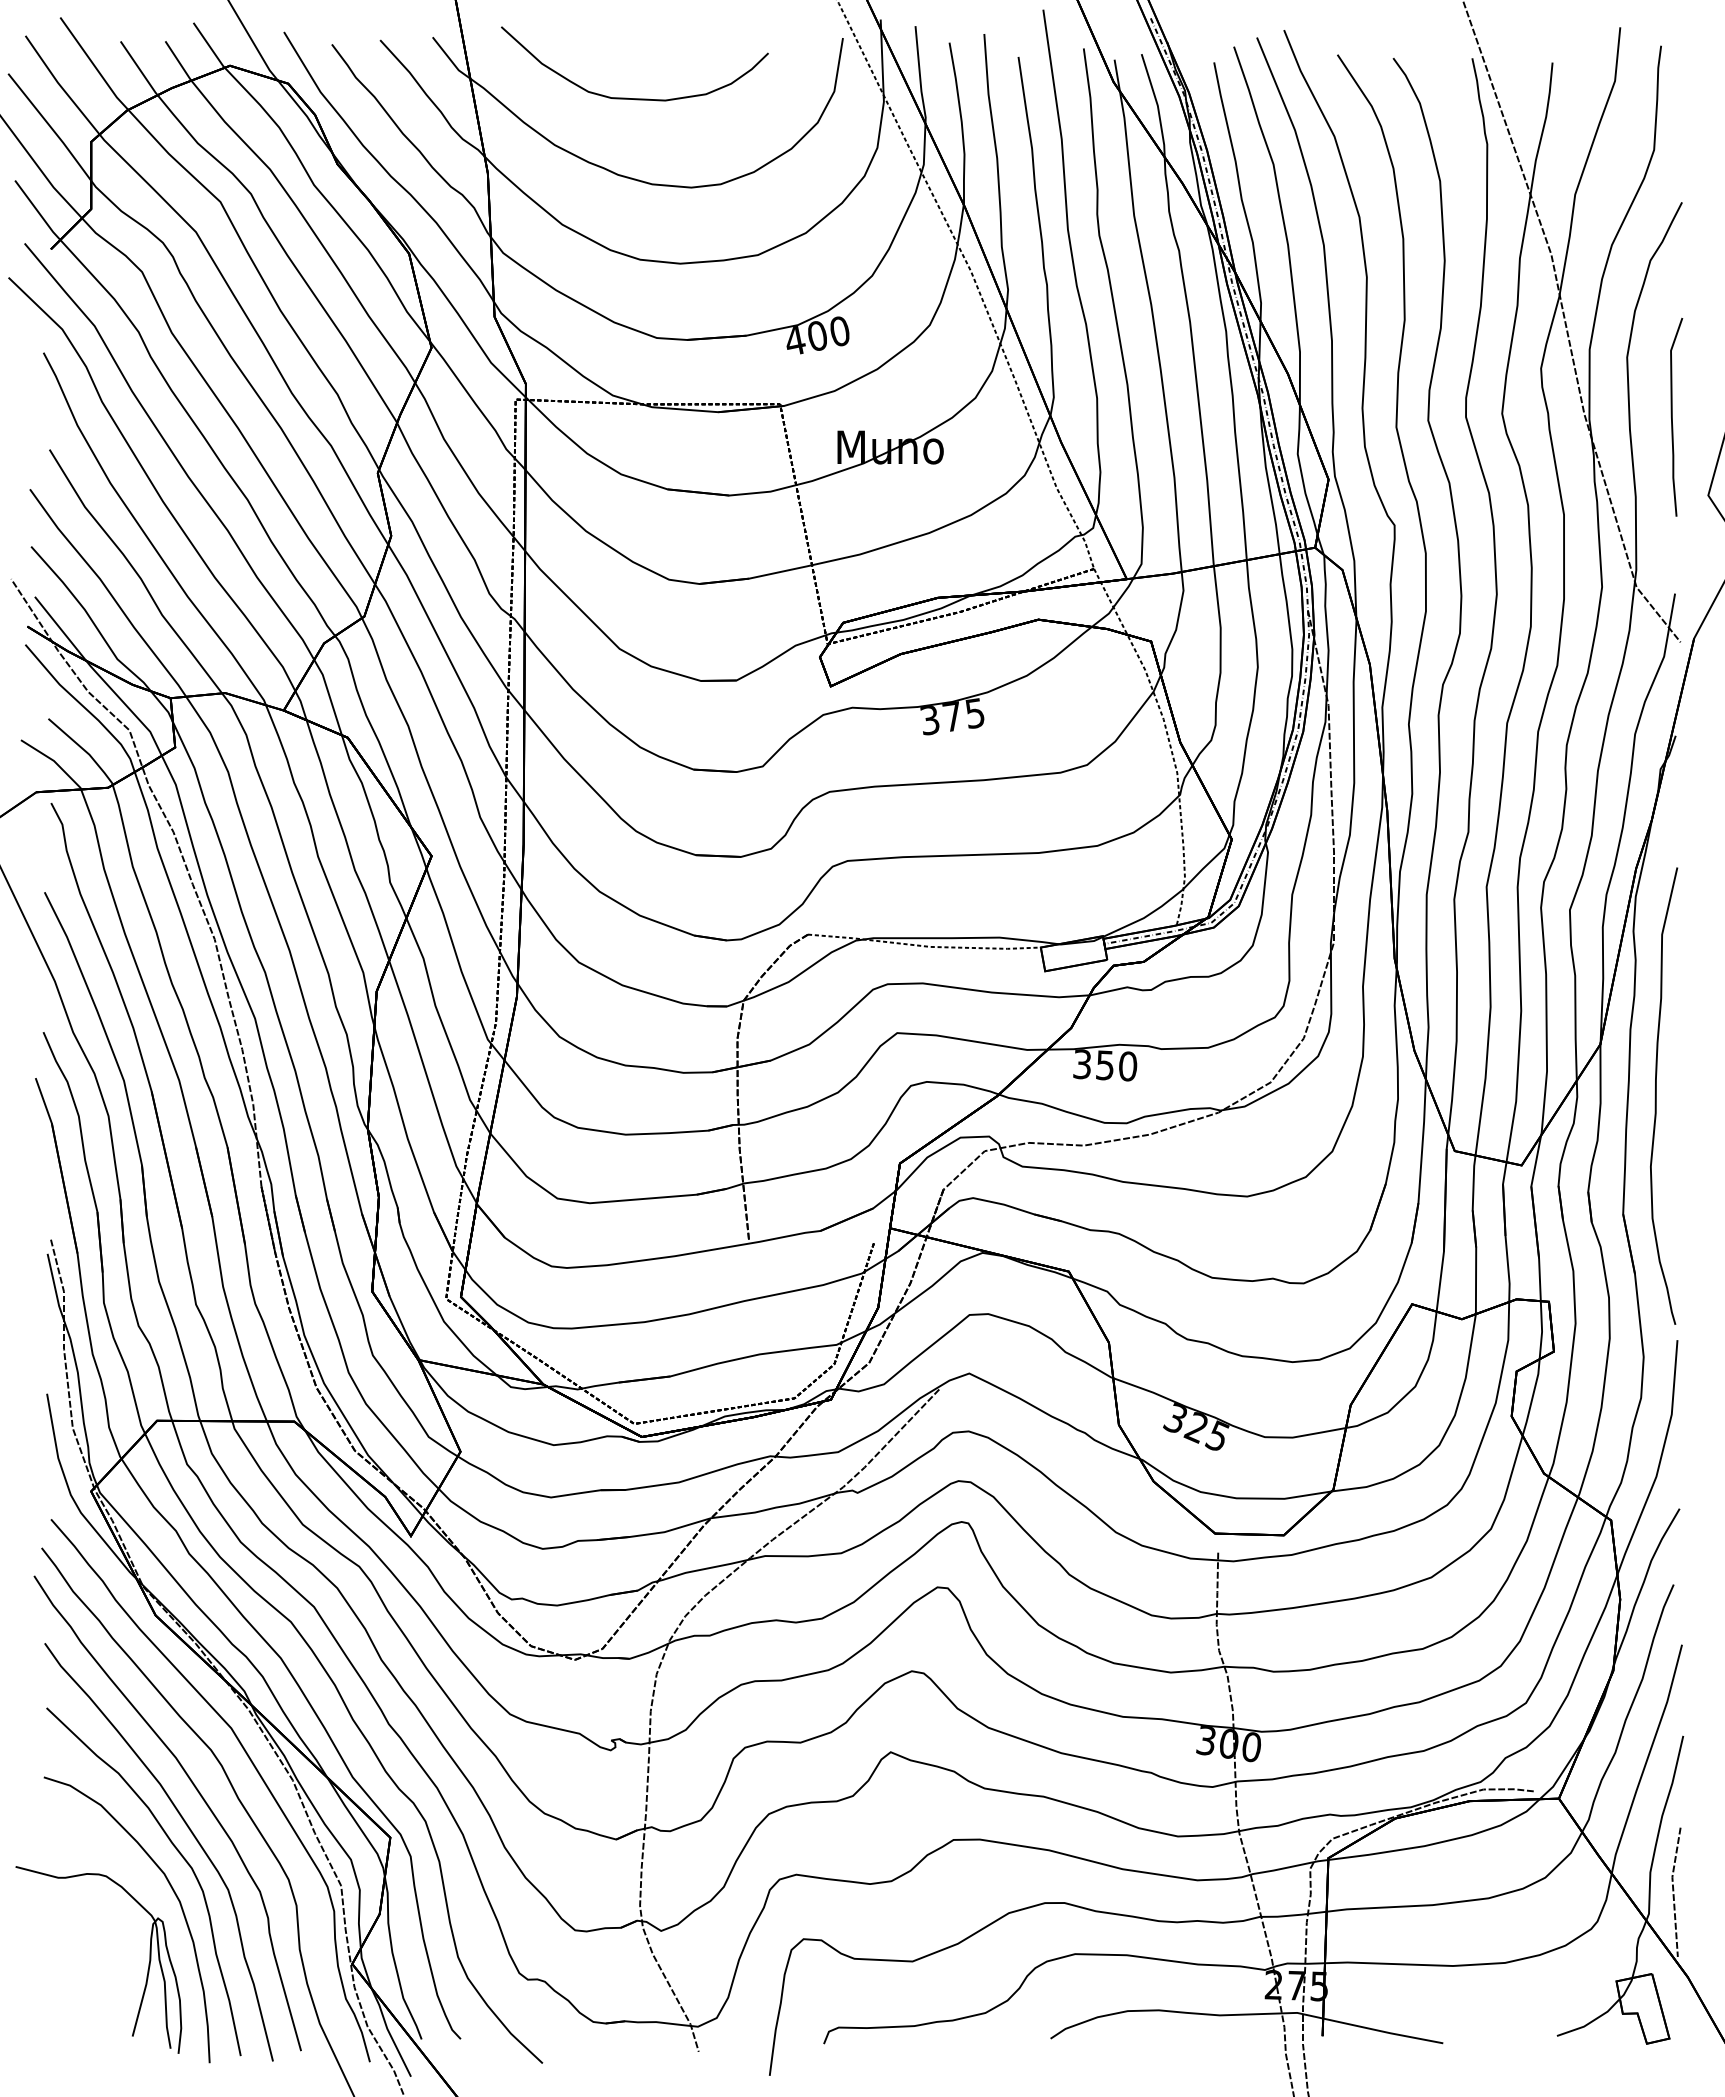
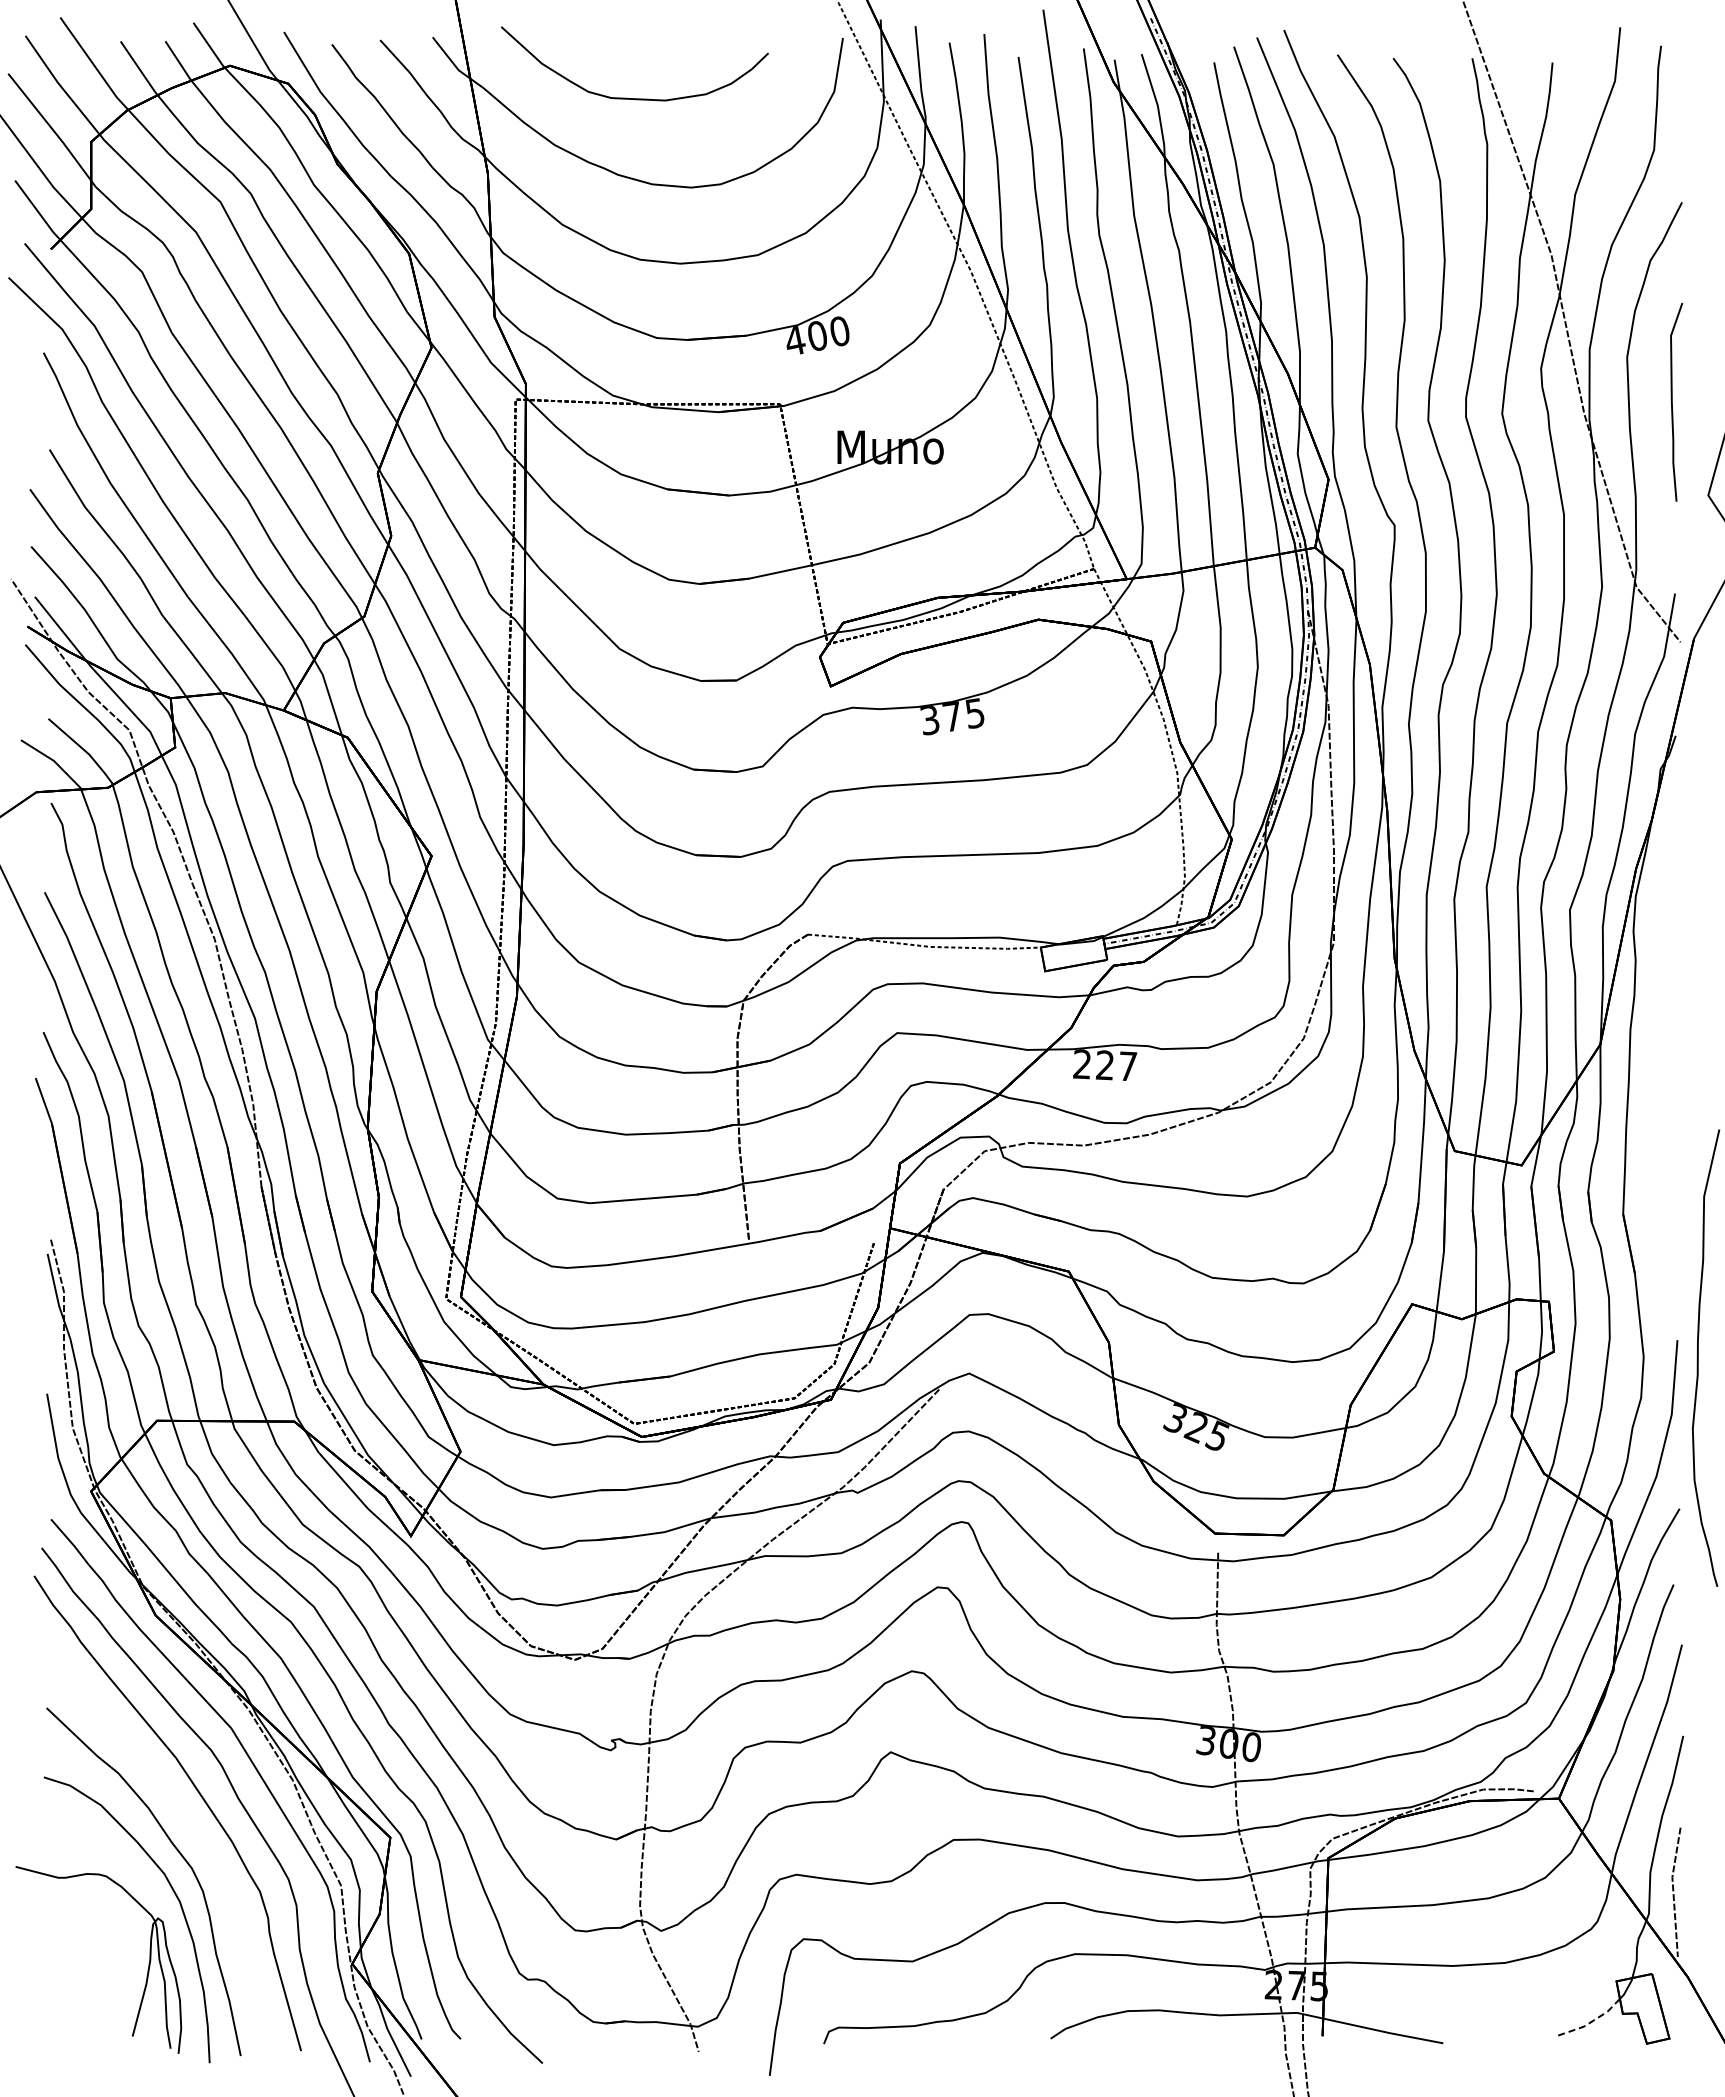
curve at (1672, 417) position: (1672, 417) -> (1672, 402)
text at (1105, 1065): 350 -> 227
curve at (1656, 1095) position: (1656, 1095) -> (1698, 1357)
curve at (189, 1830): present -> none
line at (1590, 2022): solid -> dashed
